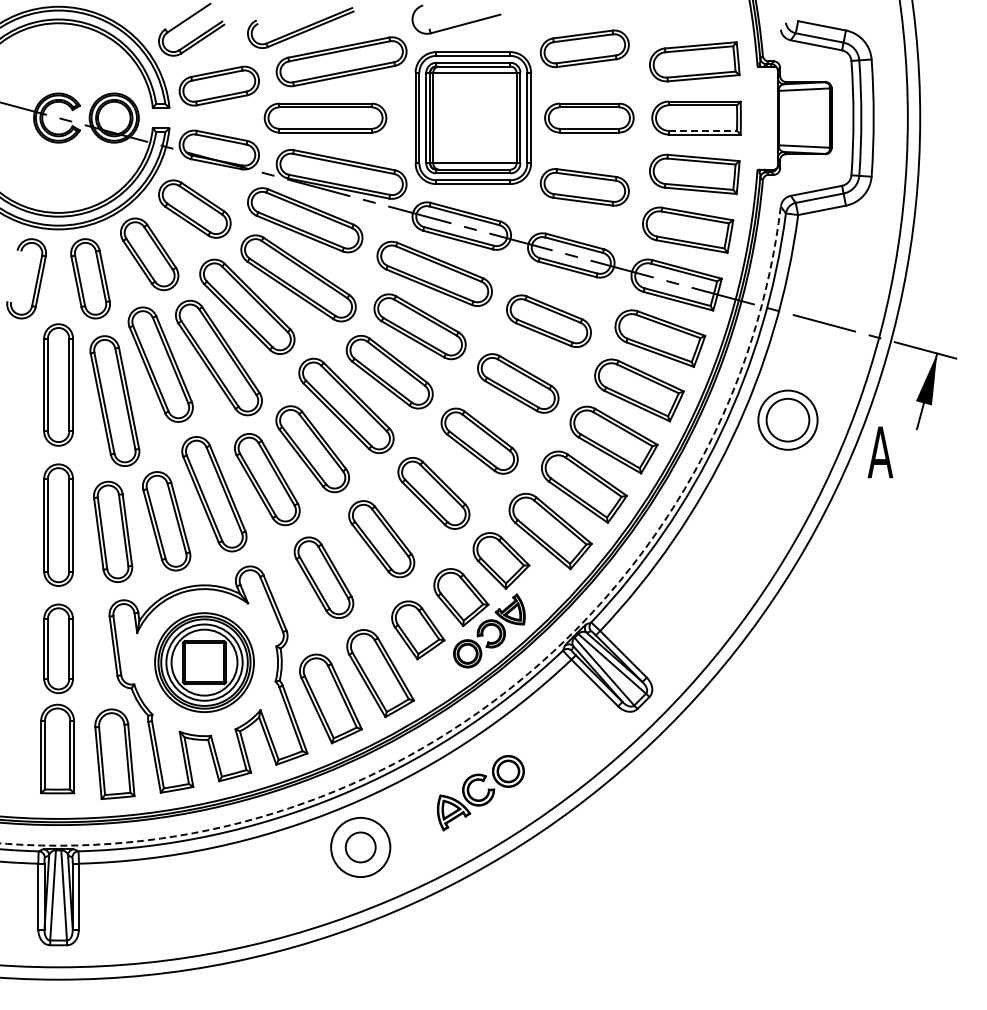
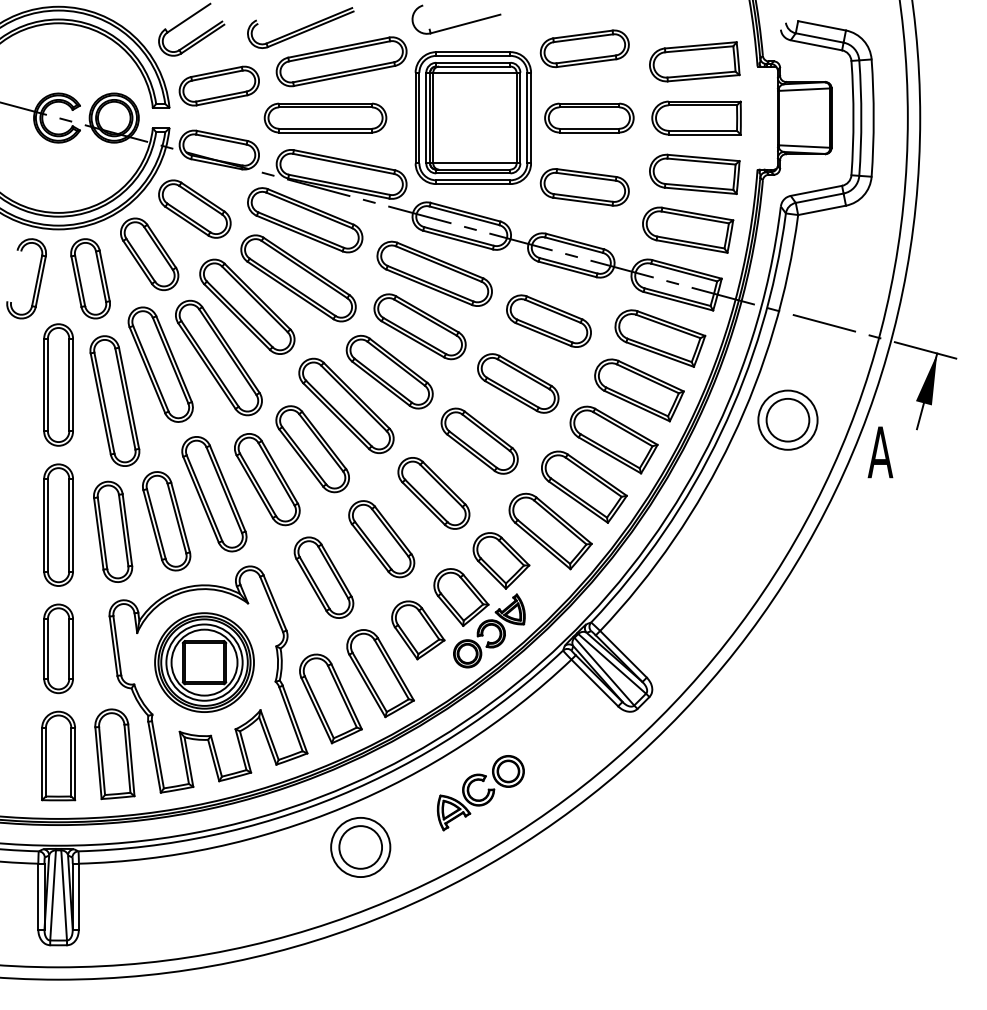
line at (703, 130): dashed -> solid
arc at (518, 682): dashed -> solid
part at (57, 748) position: (57, 748) -> (58, 755)
circle at (360, 847) diameter: 30 px -> 43 px
